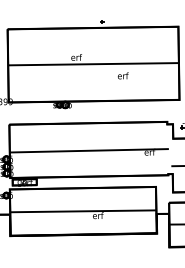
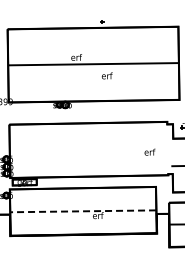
text at (123, 75) position: (123, 75) -> (107, 75)
line at (88, 150): present -> none
line at (83, 211): solid -> dashed
